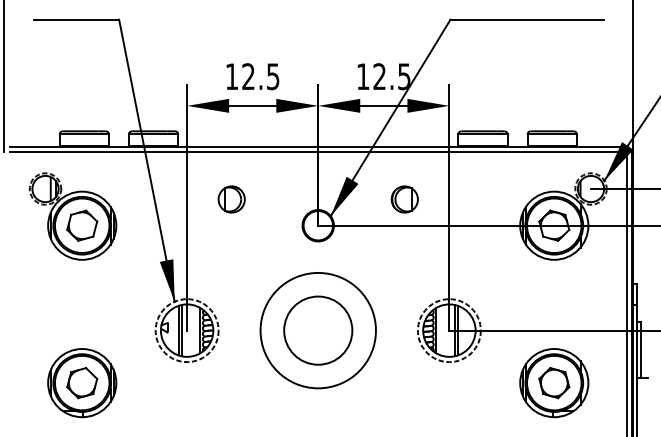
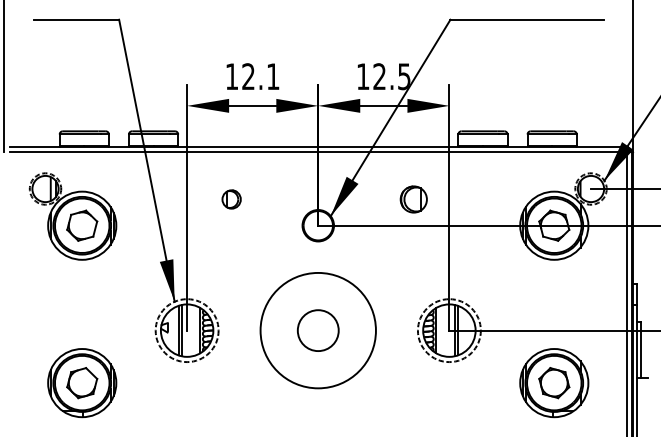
text at (273, 76): 12.5 -> 12.1
part at (231, 199) size: 29x29 px -> 21x21 px
part at (404, 199) position: (404, 199) -> (413, 199)
circle at (318, 330) diameter: 68 px -> 41 px
